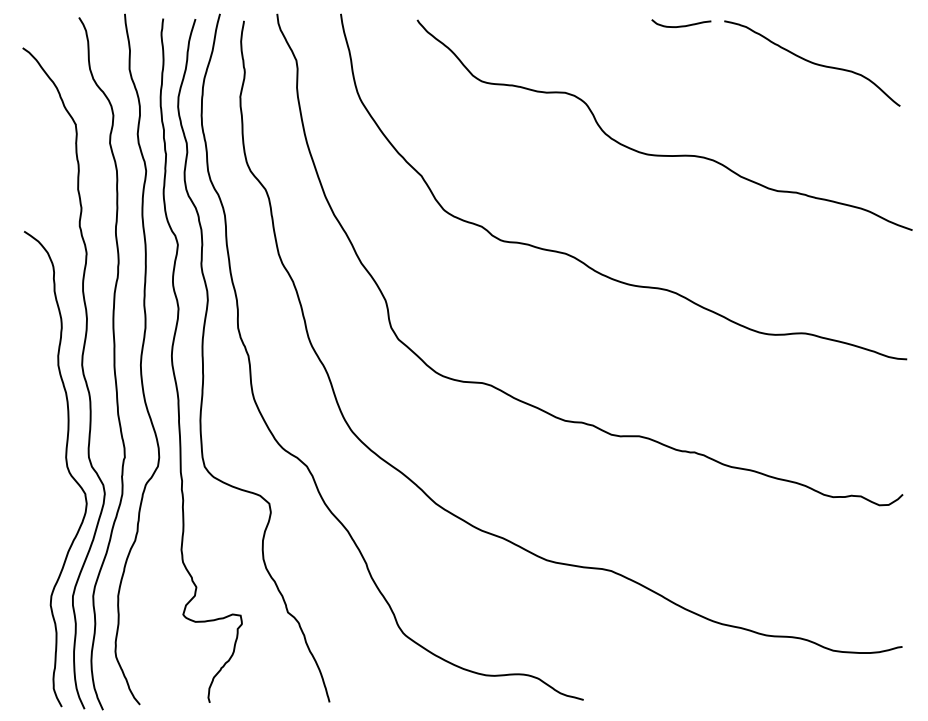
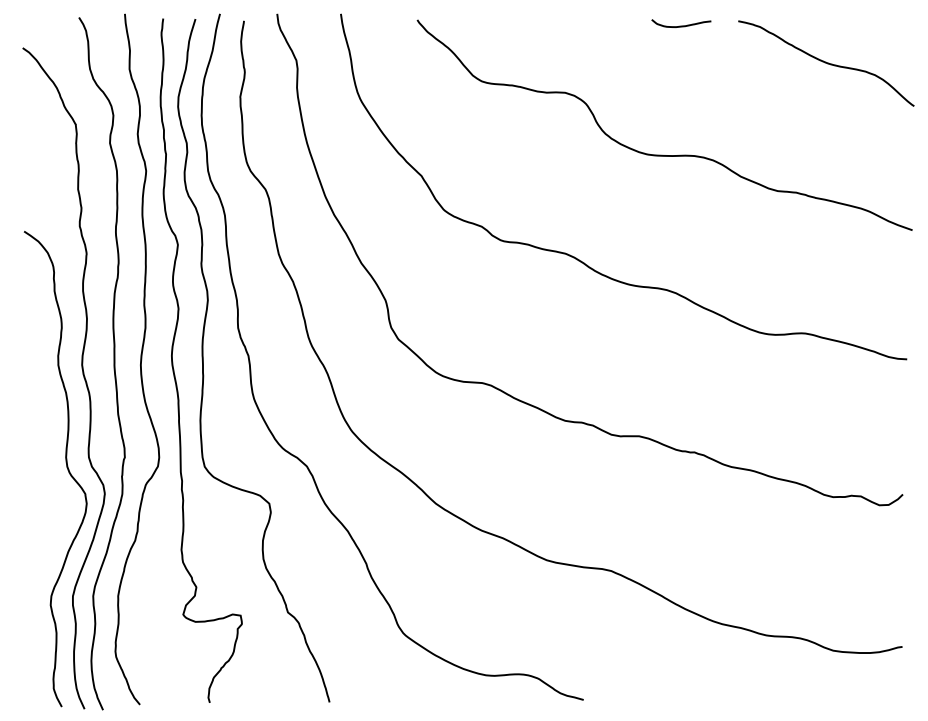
curve at (812, 63) position: (812, 63) -> (826, 63)
